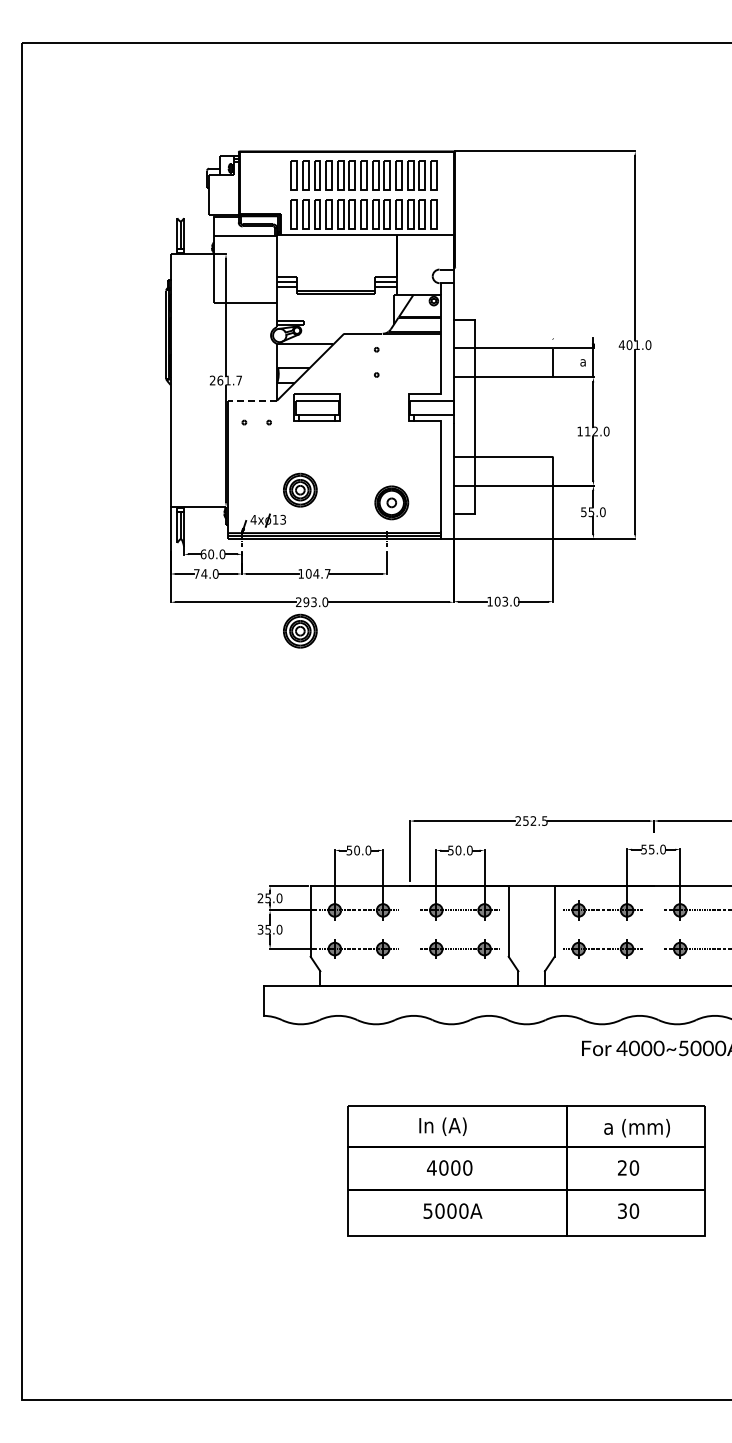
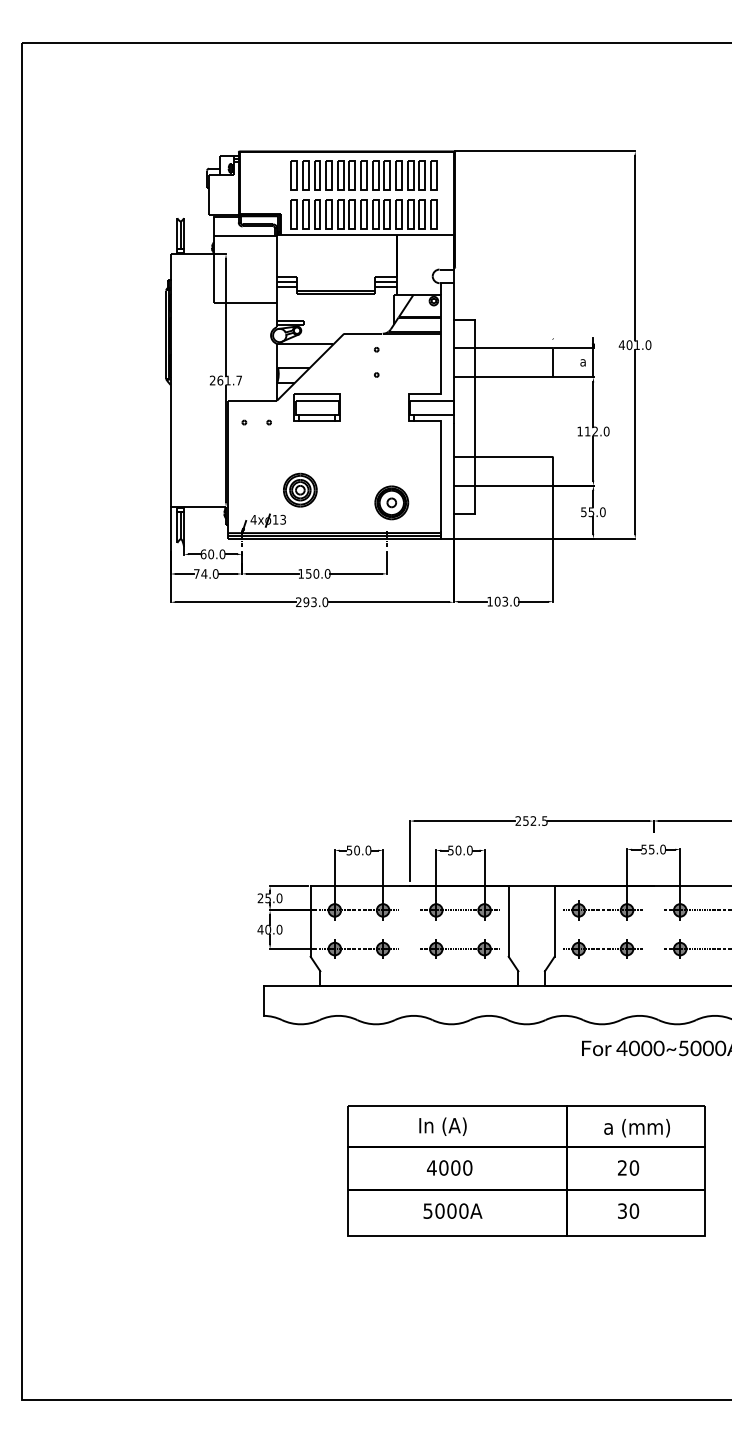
line at (252, 400): dashed -> solid
text at (317, 573): 104.7 -> 150.0
part at (300, 630): present -> none
text at (264, 929): 35.0 -> 40.0
